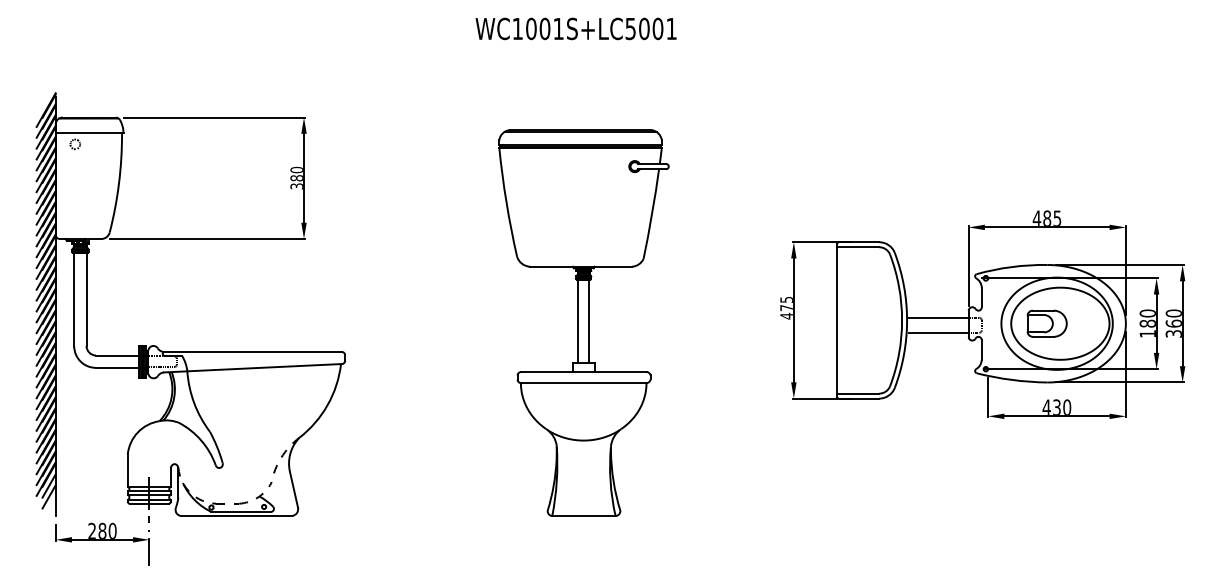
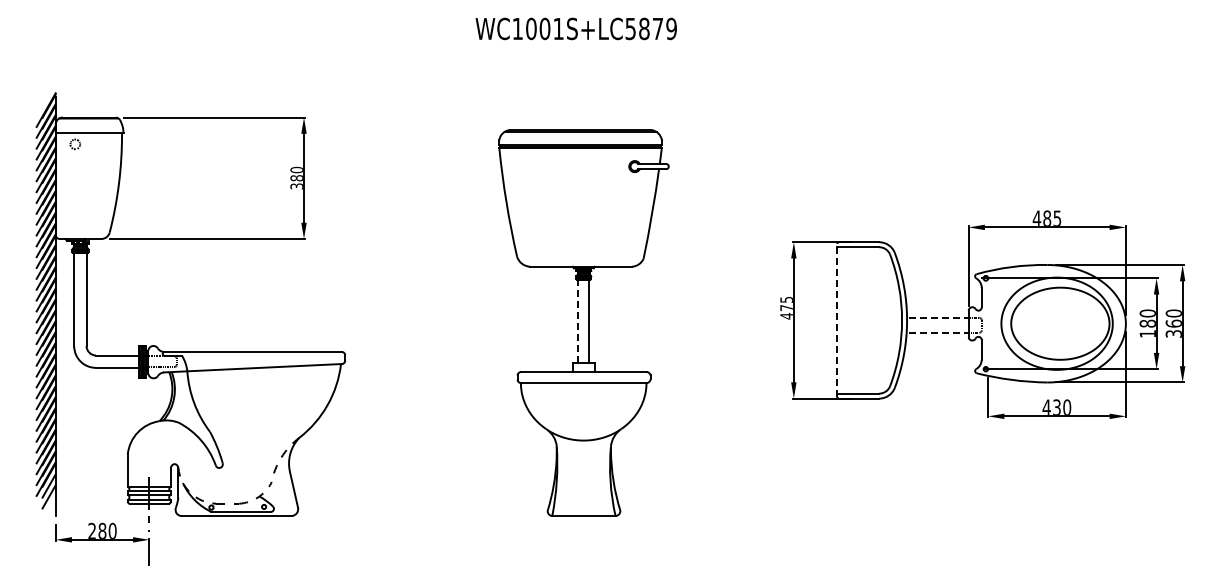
text at (657, 28): WC1001S+LC5001 -> WC1001S+LC5879
line at (938, 317): solid -> dashed
line at (578, 320): solid -> dashed
line at (837, 320): solid -> dashed
part at (1046, 323): present -> none
line at (939, 332): solid -> dashed
